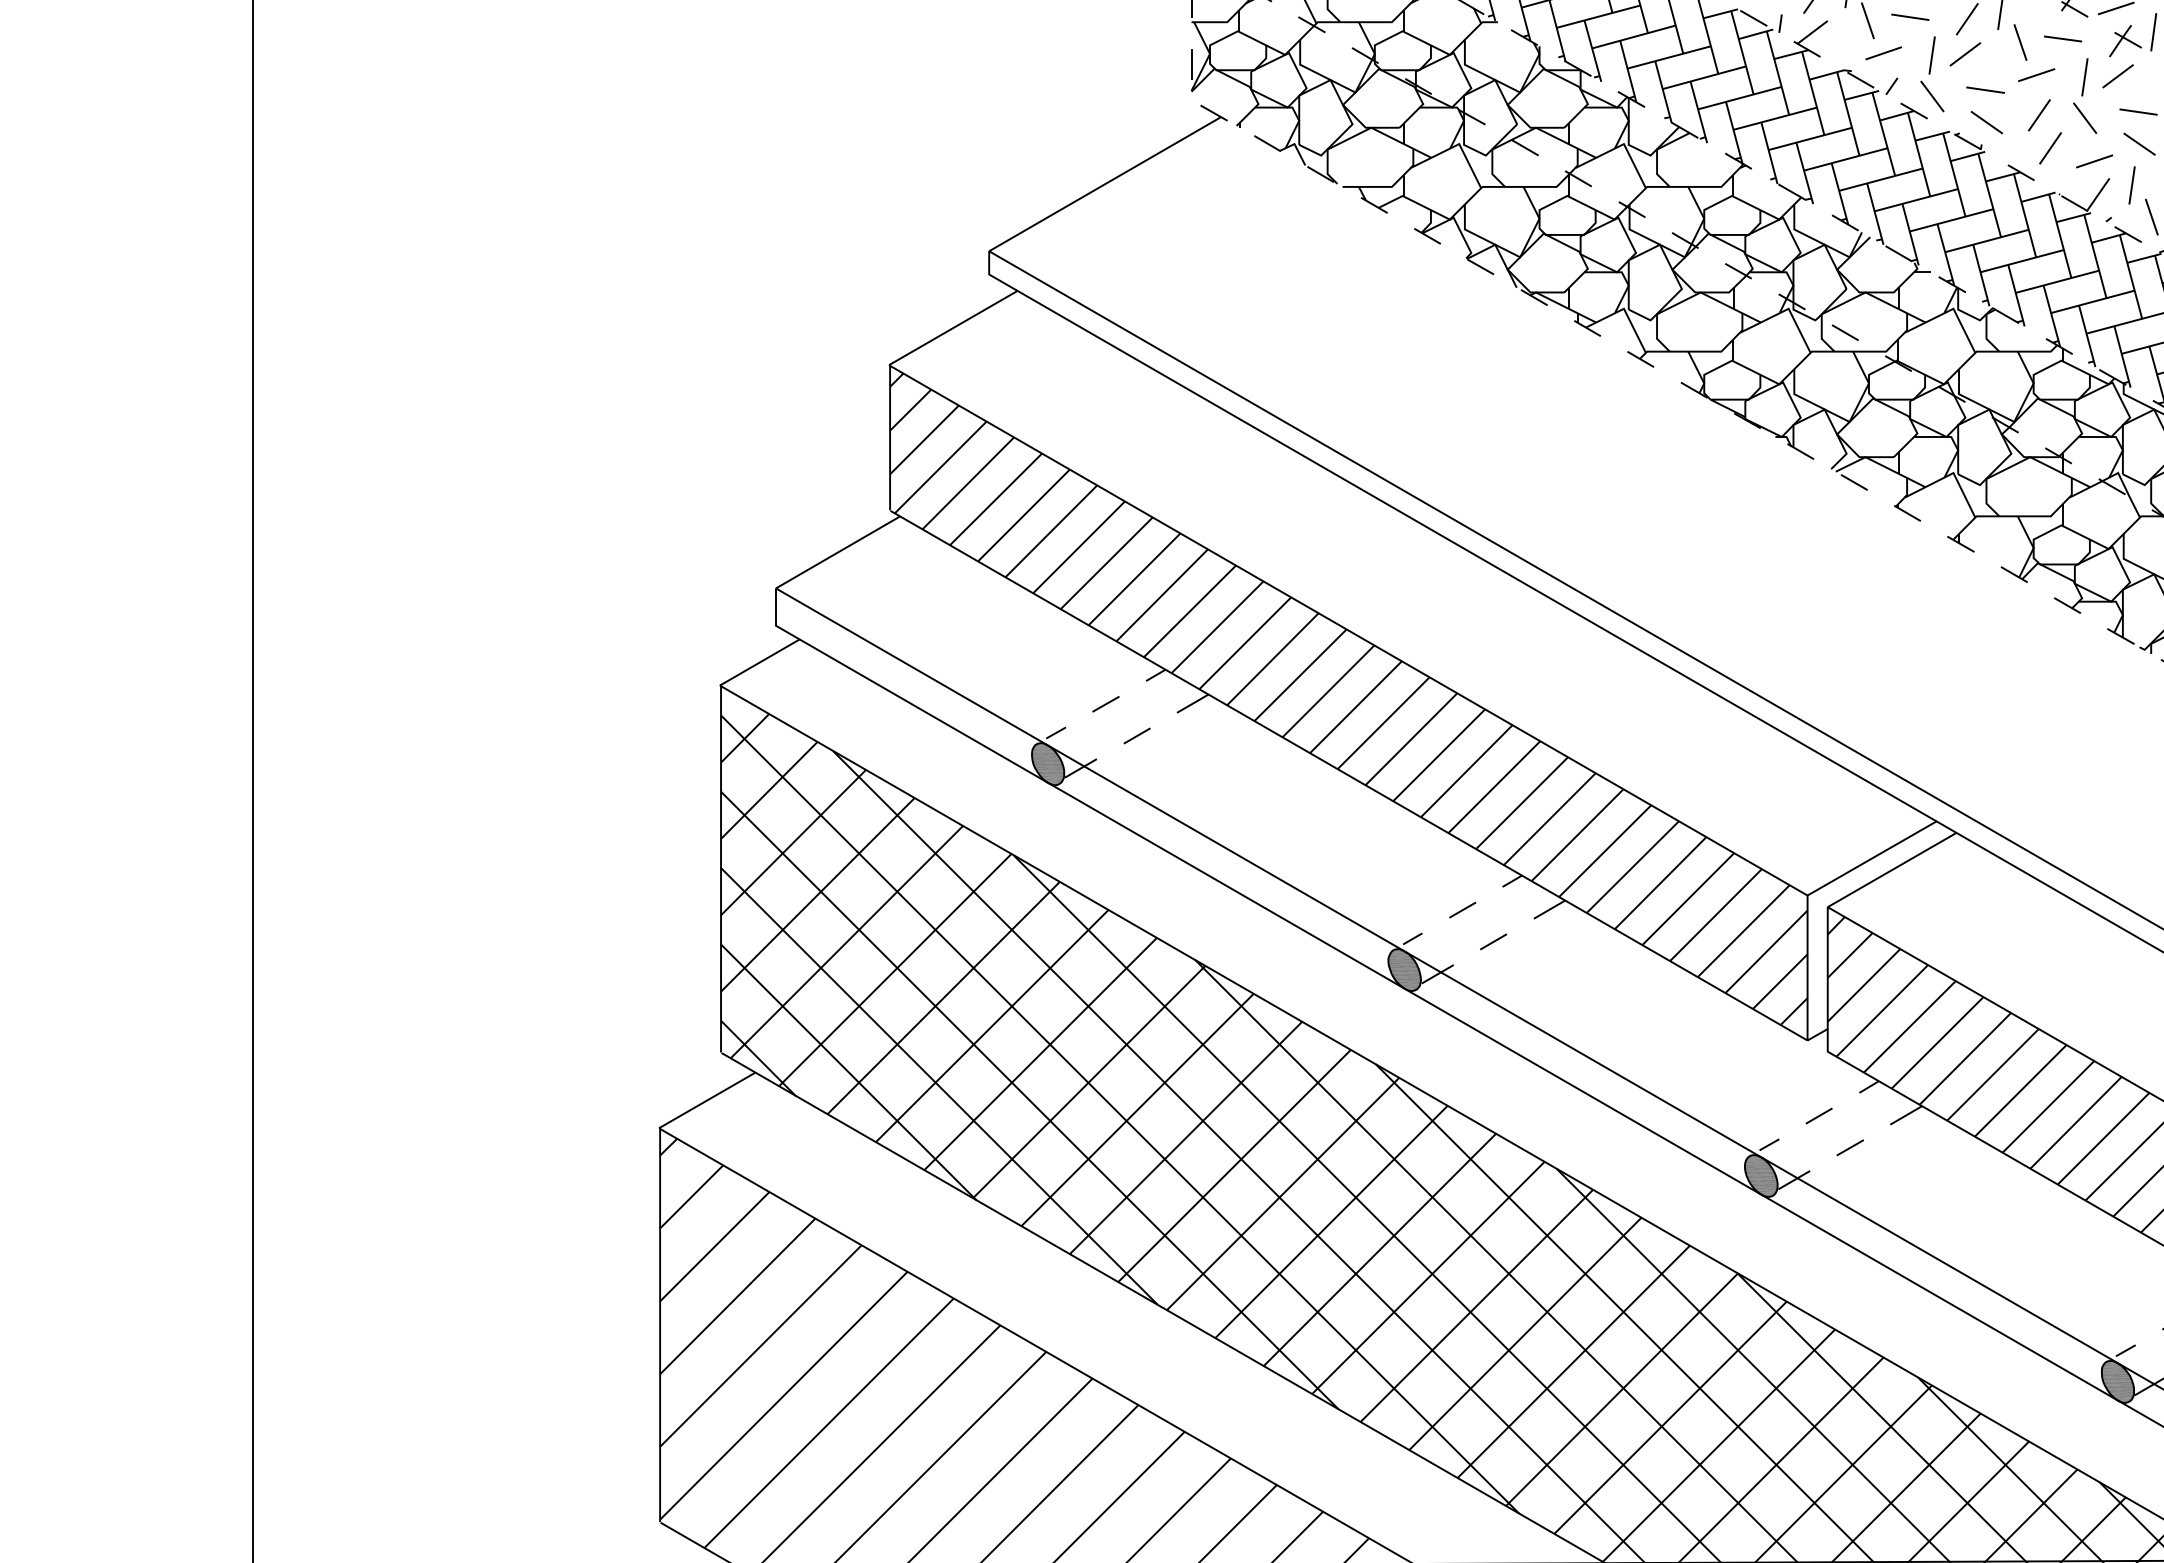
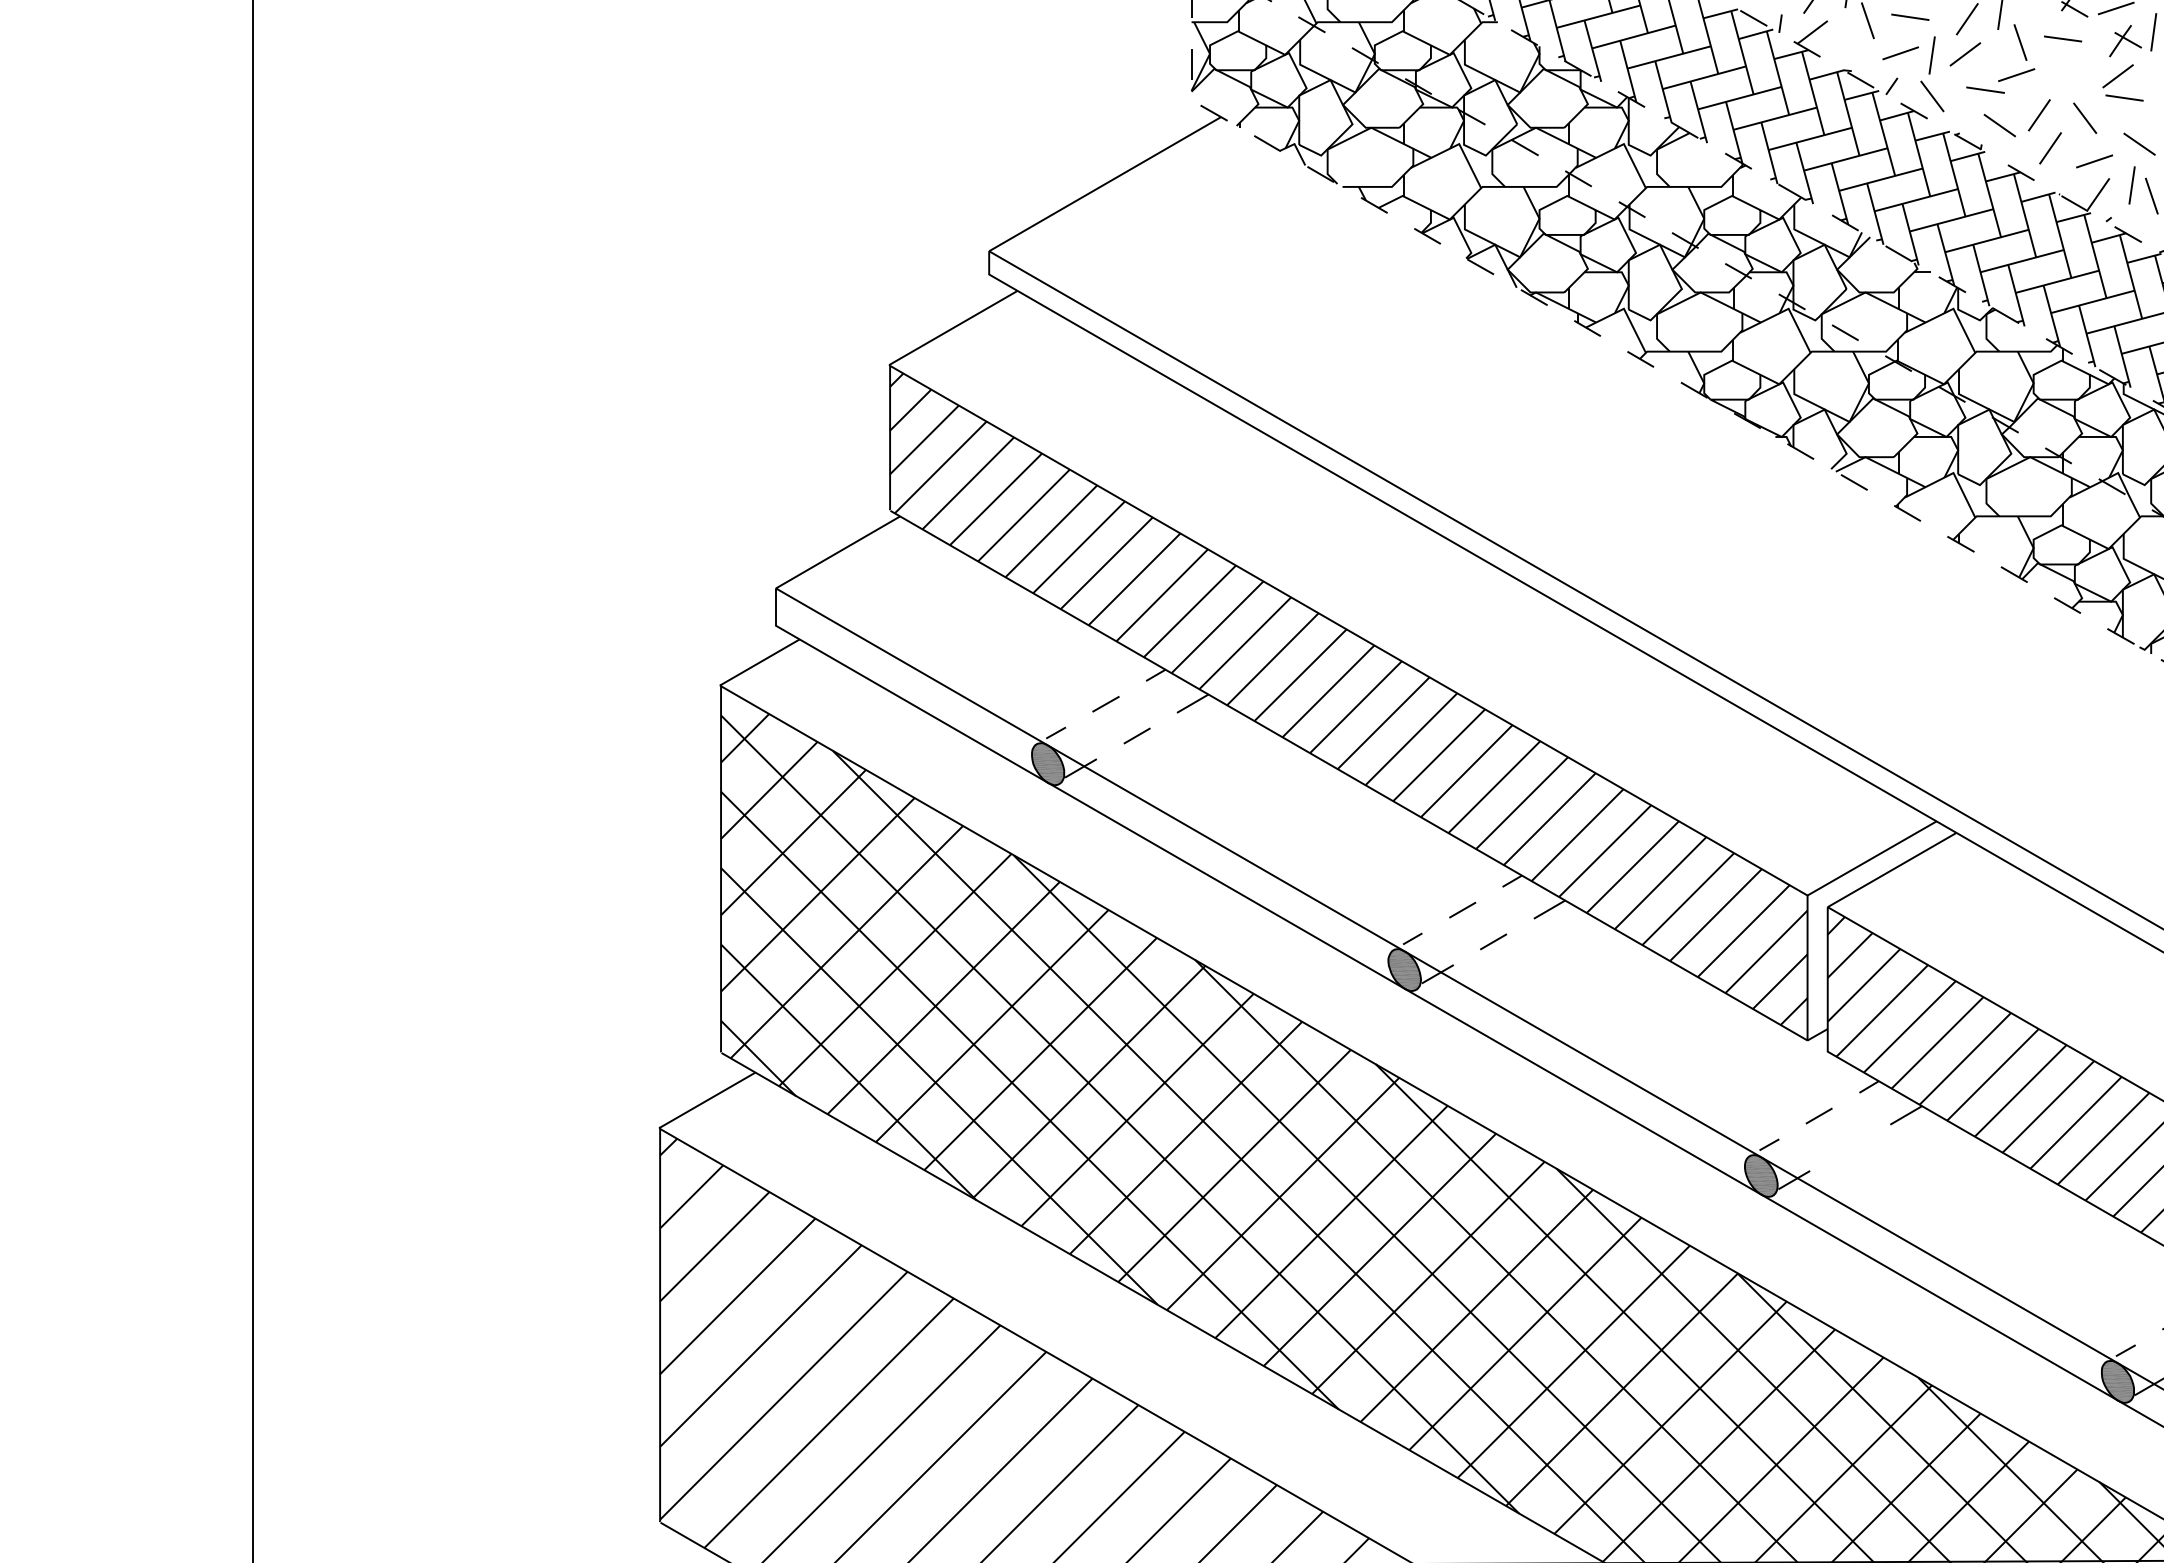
line at (1883, 53) position: (1883, 53) -> (1900, 53)
line at (2036, 75) position: (2036, 75) -> (2016, 75)
line at (2084, 77): present -> none
line at (2138, 111) position: (2138, 111) -> (2124, 97)
line at (1986, 122) position: (1986, 122) -> (1999, 125)
line at (2151, 216) position: (2151, 216) -> (2151, 195)
line at (1849, 1147): present -> none
